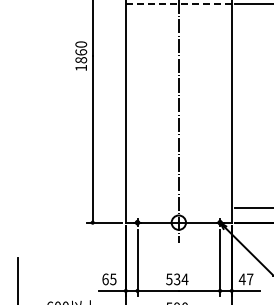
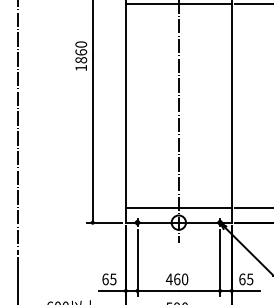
line at (178, 3): dashed -> solid
line at (18, 128): none -> present
line at (178, 208): none -> present
text at (176, 279): 534 -> 460
text at (245, 279): 47 -> 65
